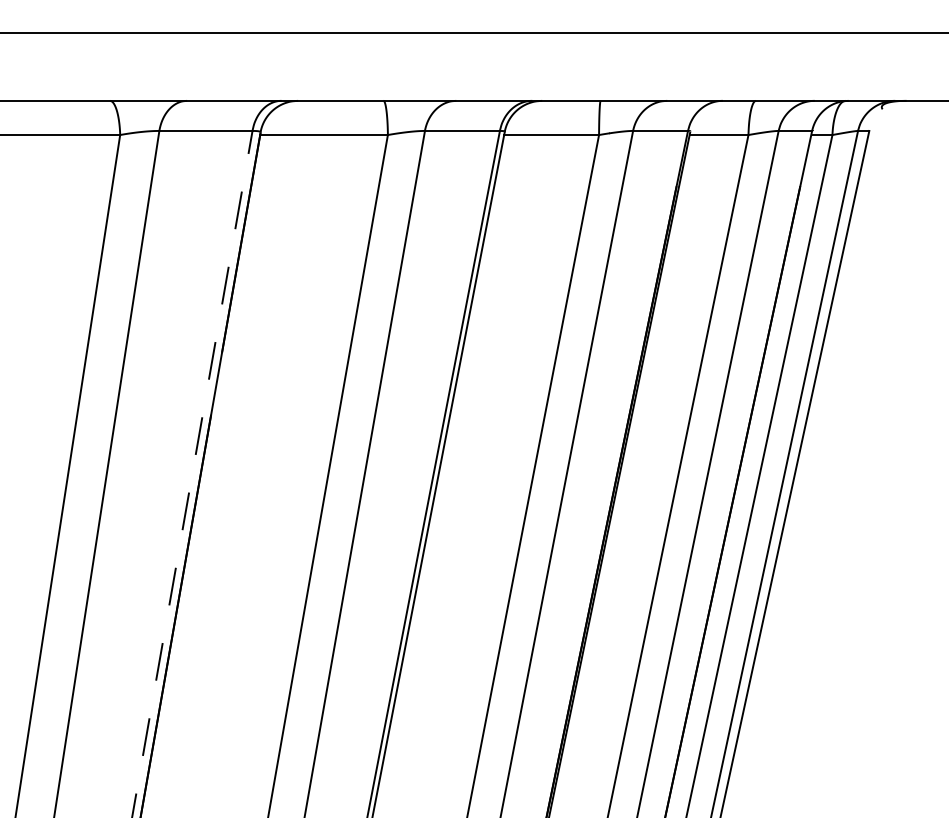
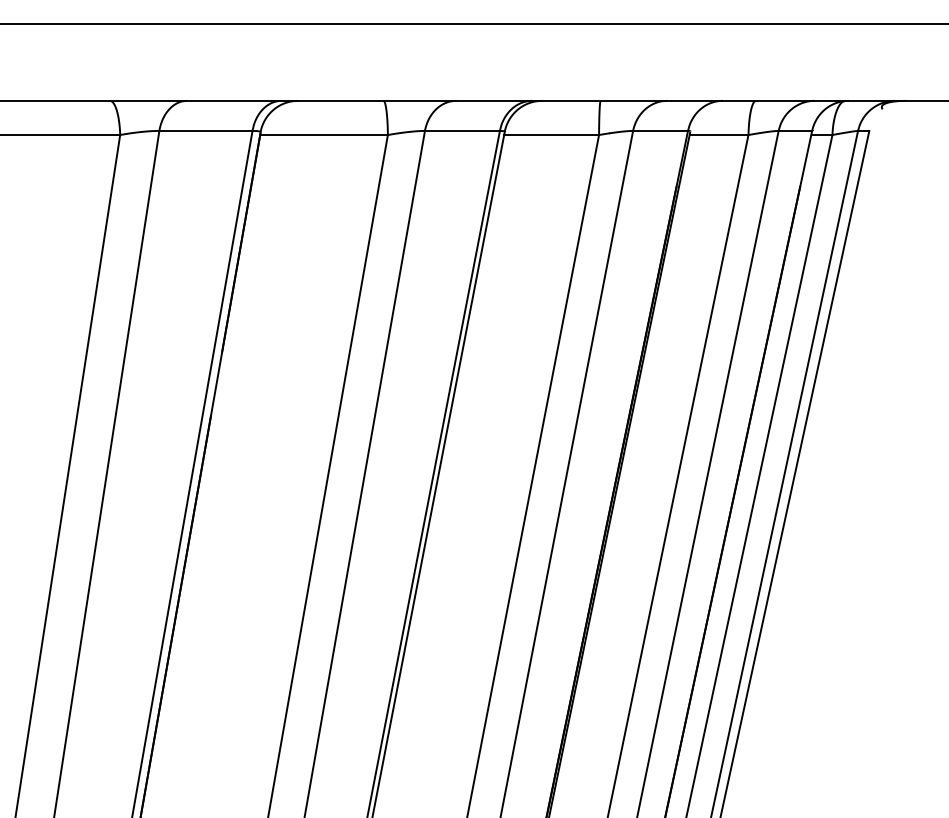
line at (473, 33) position: (473, 33) -> (473, 24)
line at (192, 473): dashed -> solid
